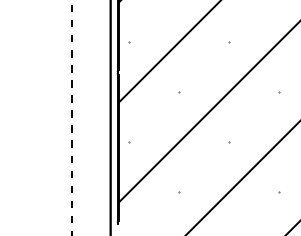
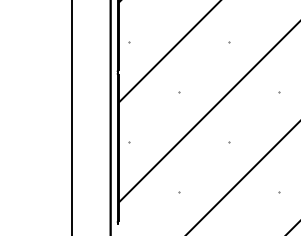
line at (71, 117): dashed -> solid
